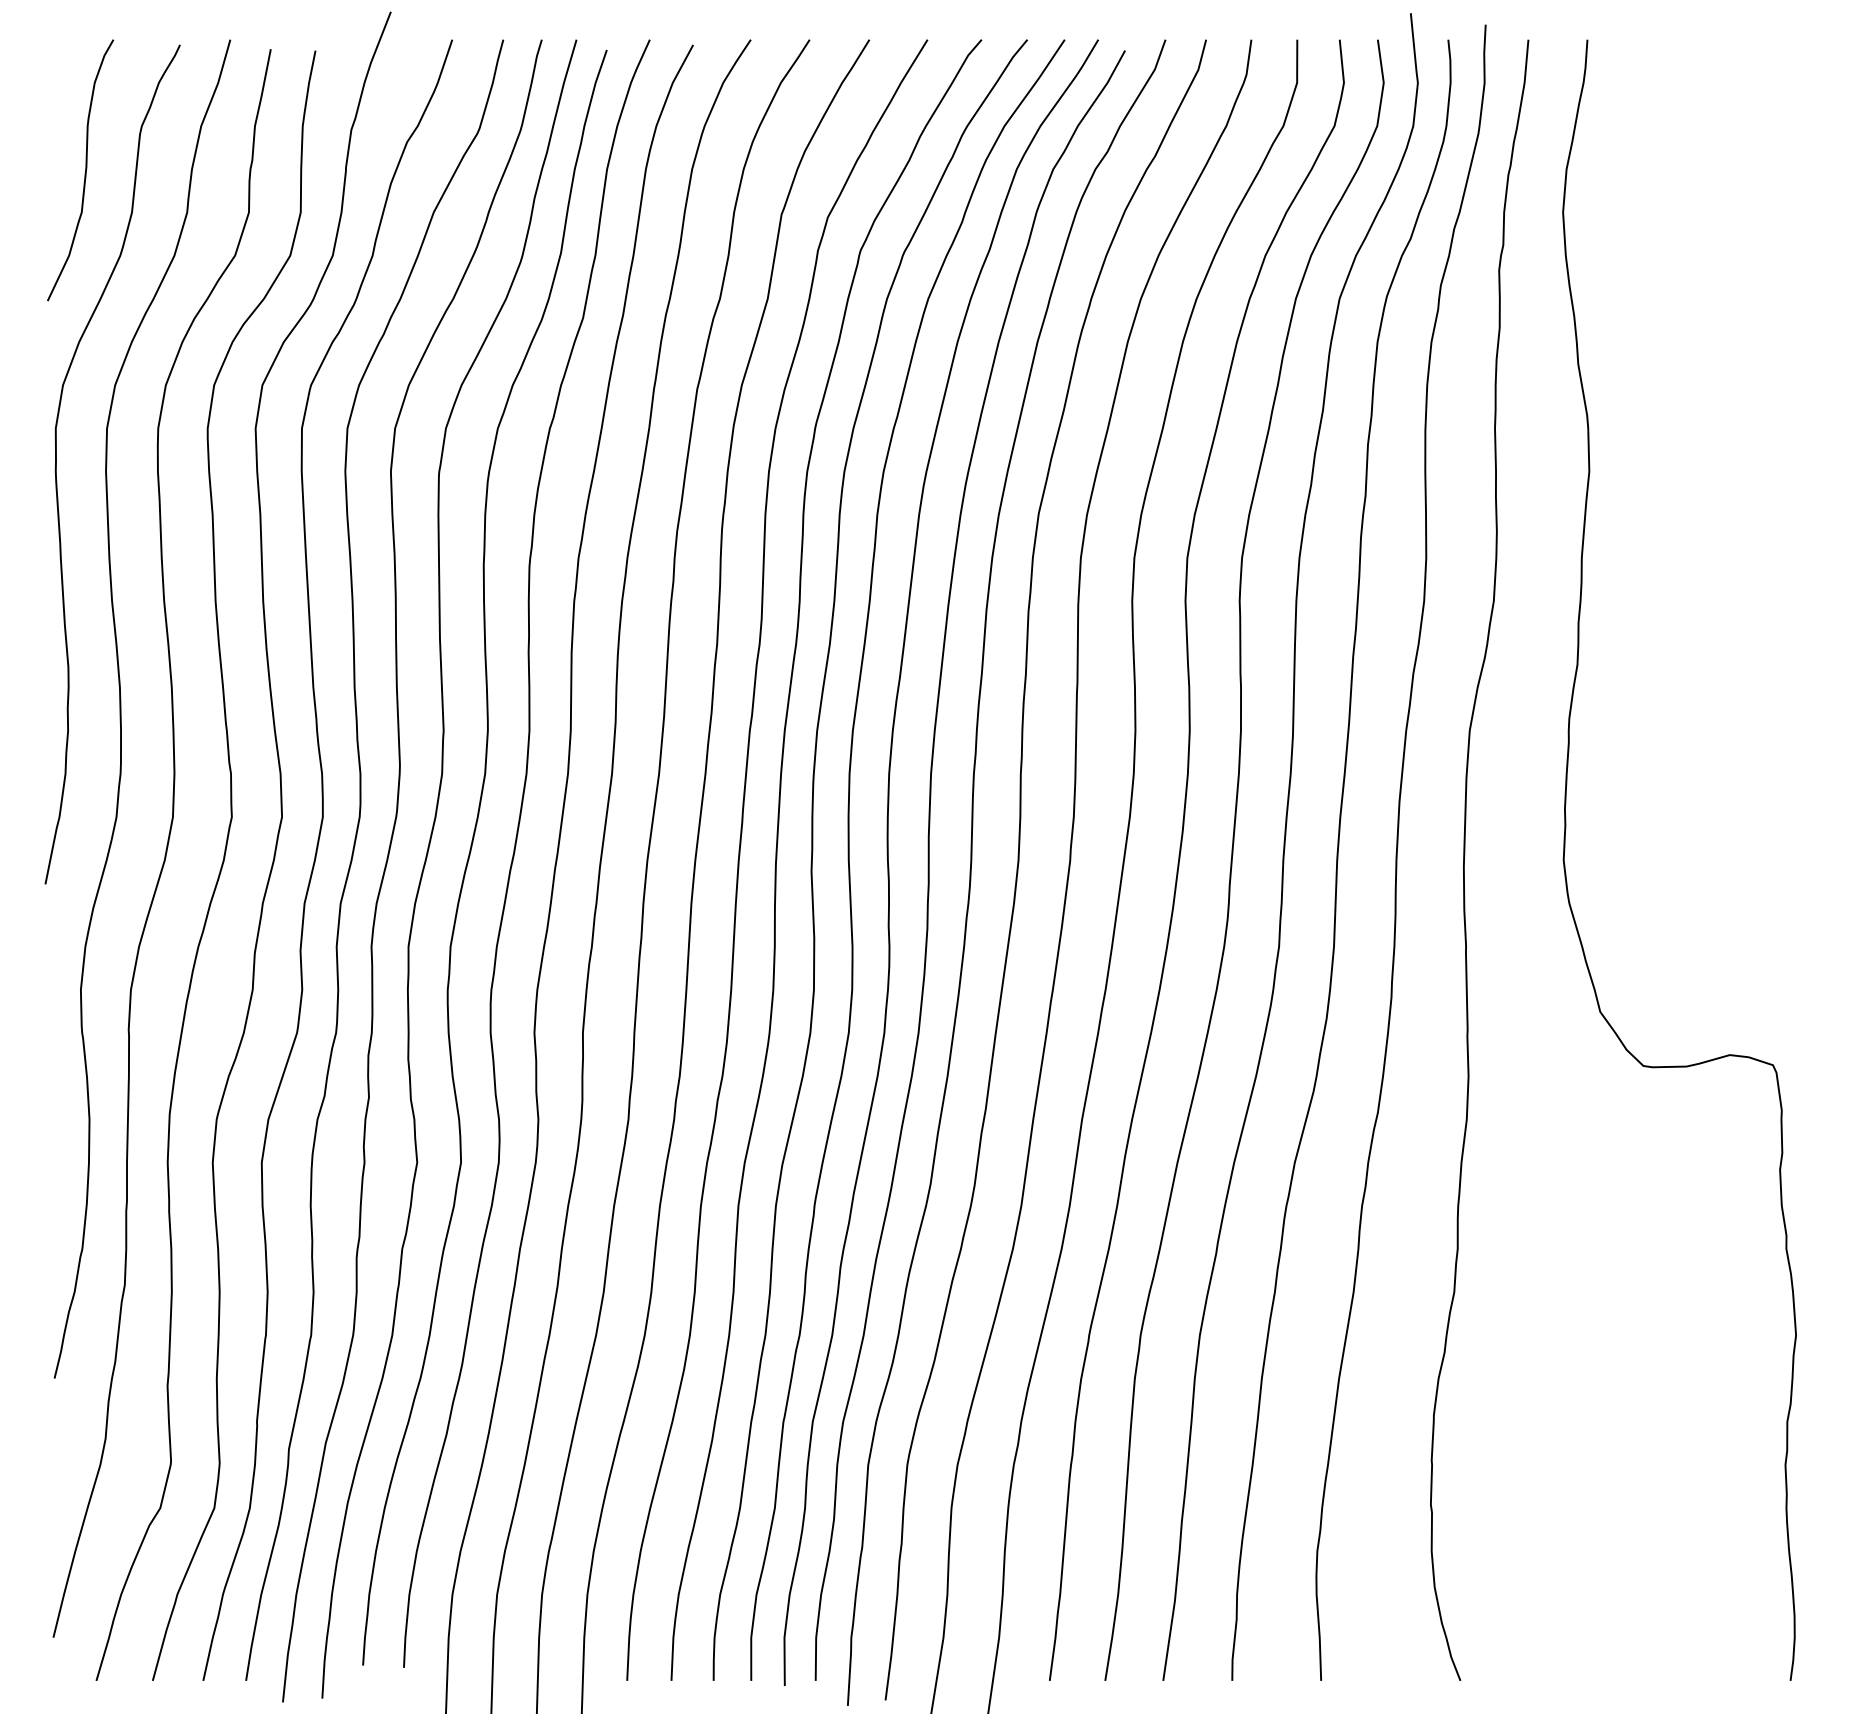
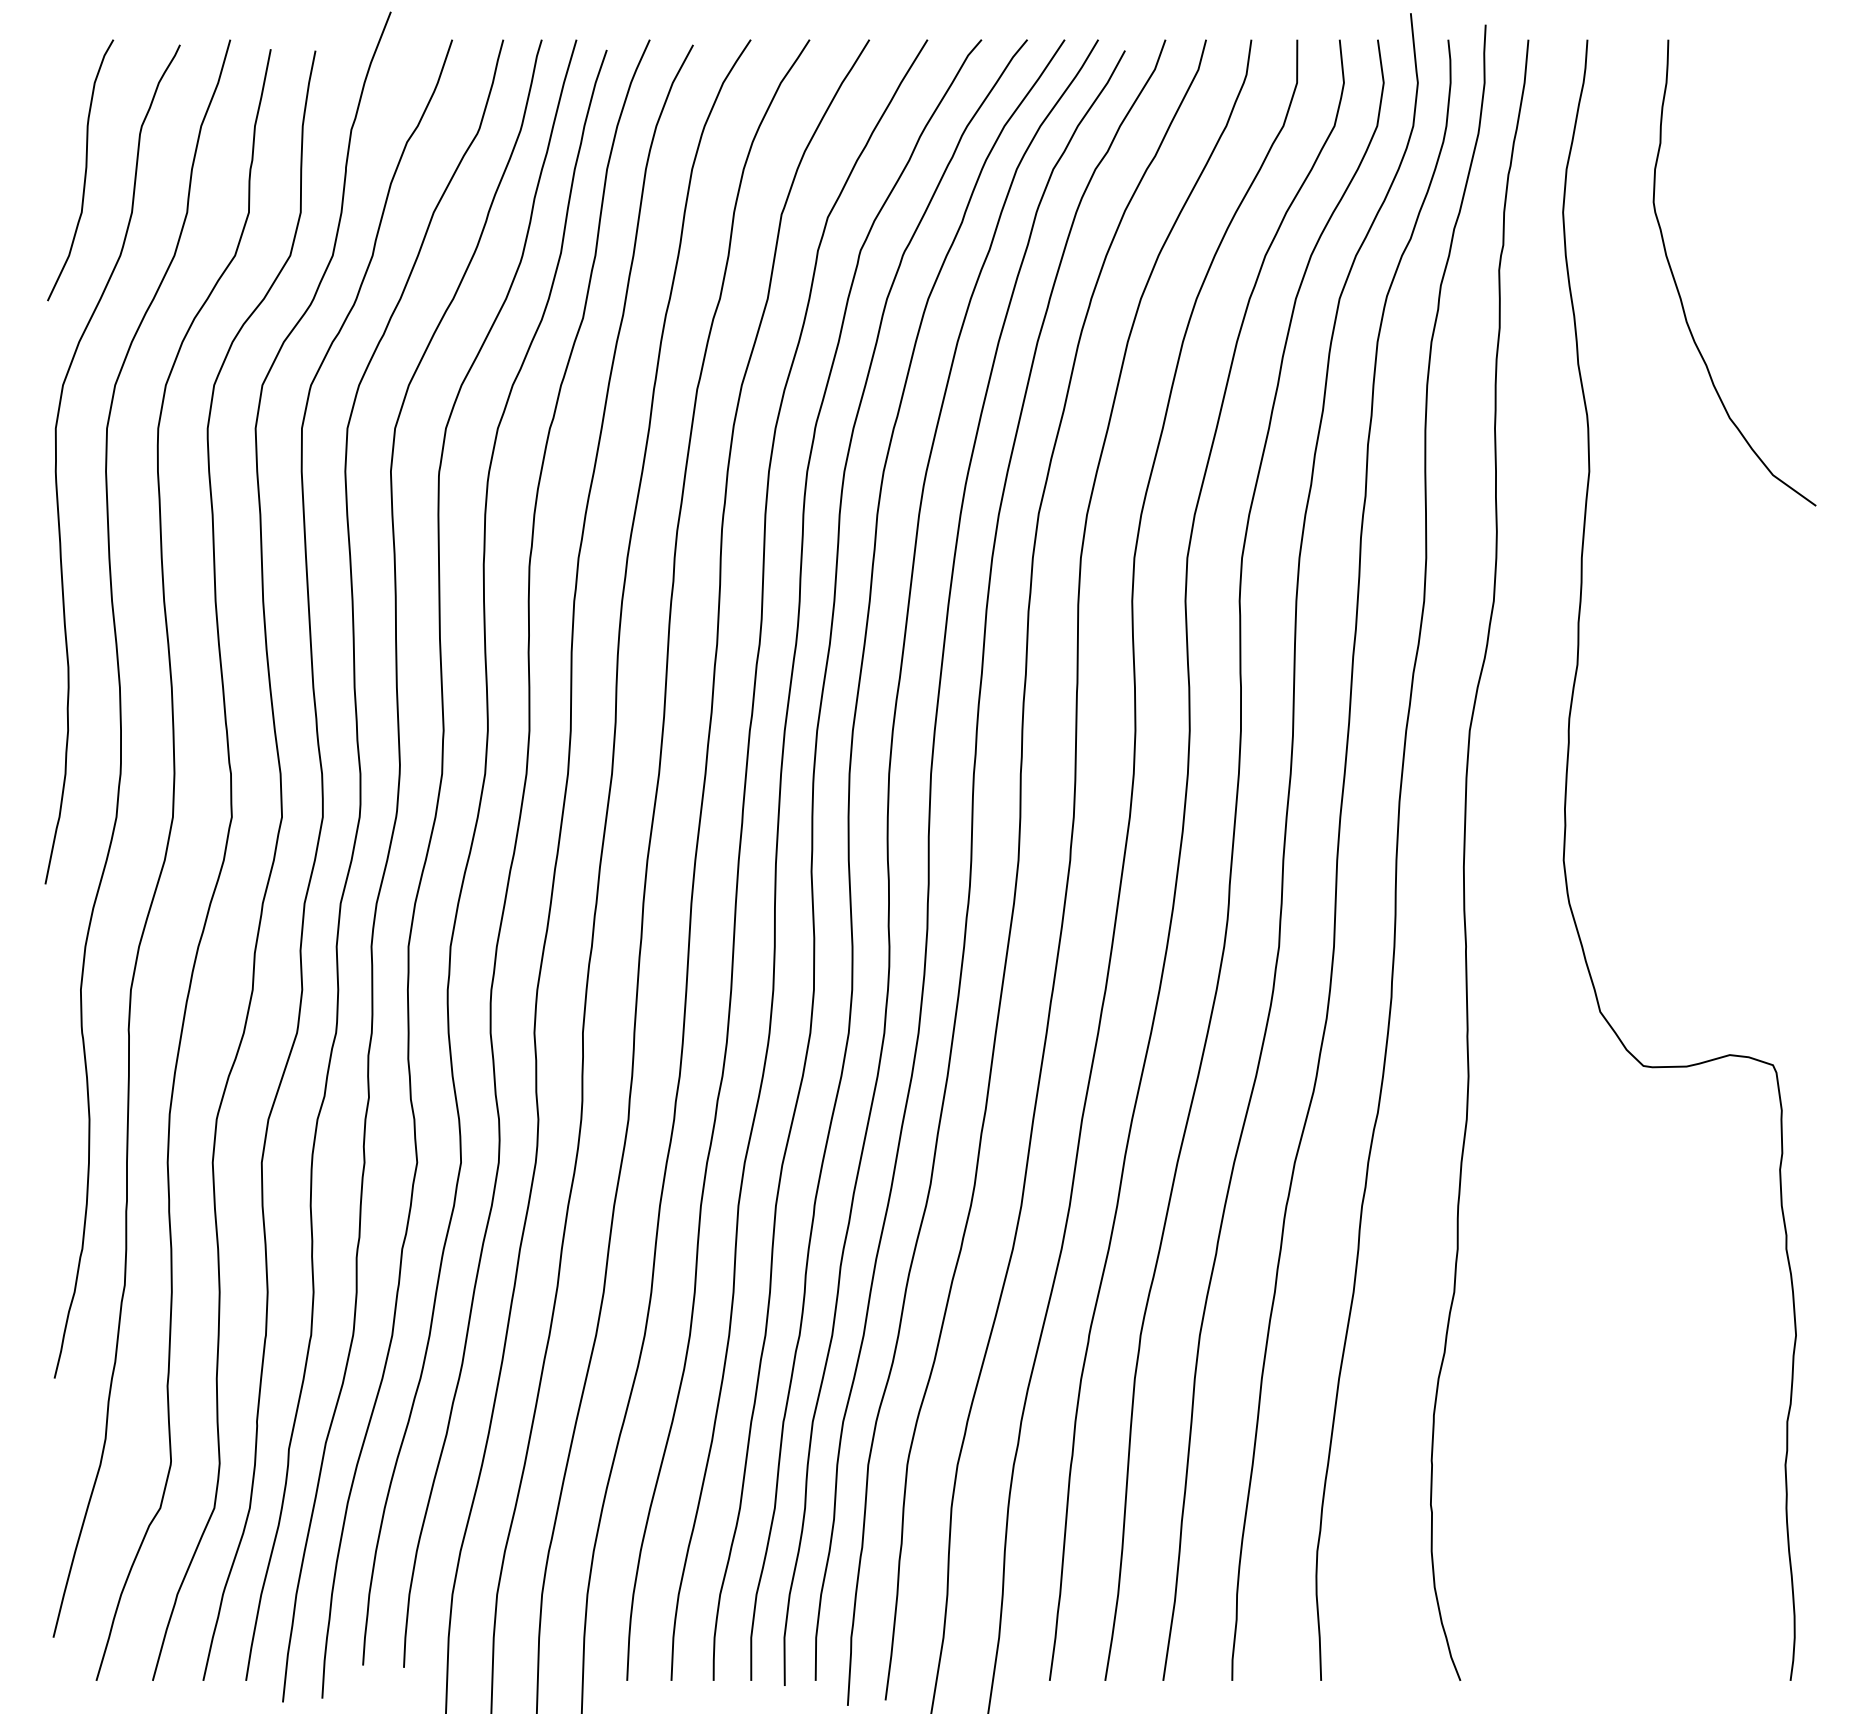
curve at (1679, 291): none -> present
